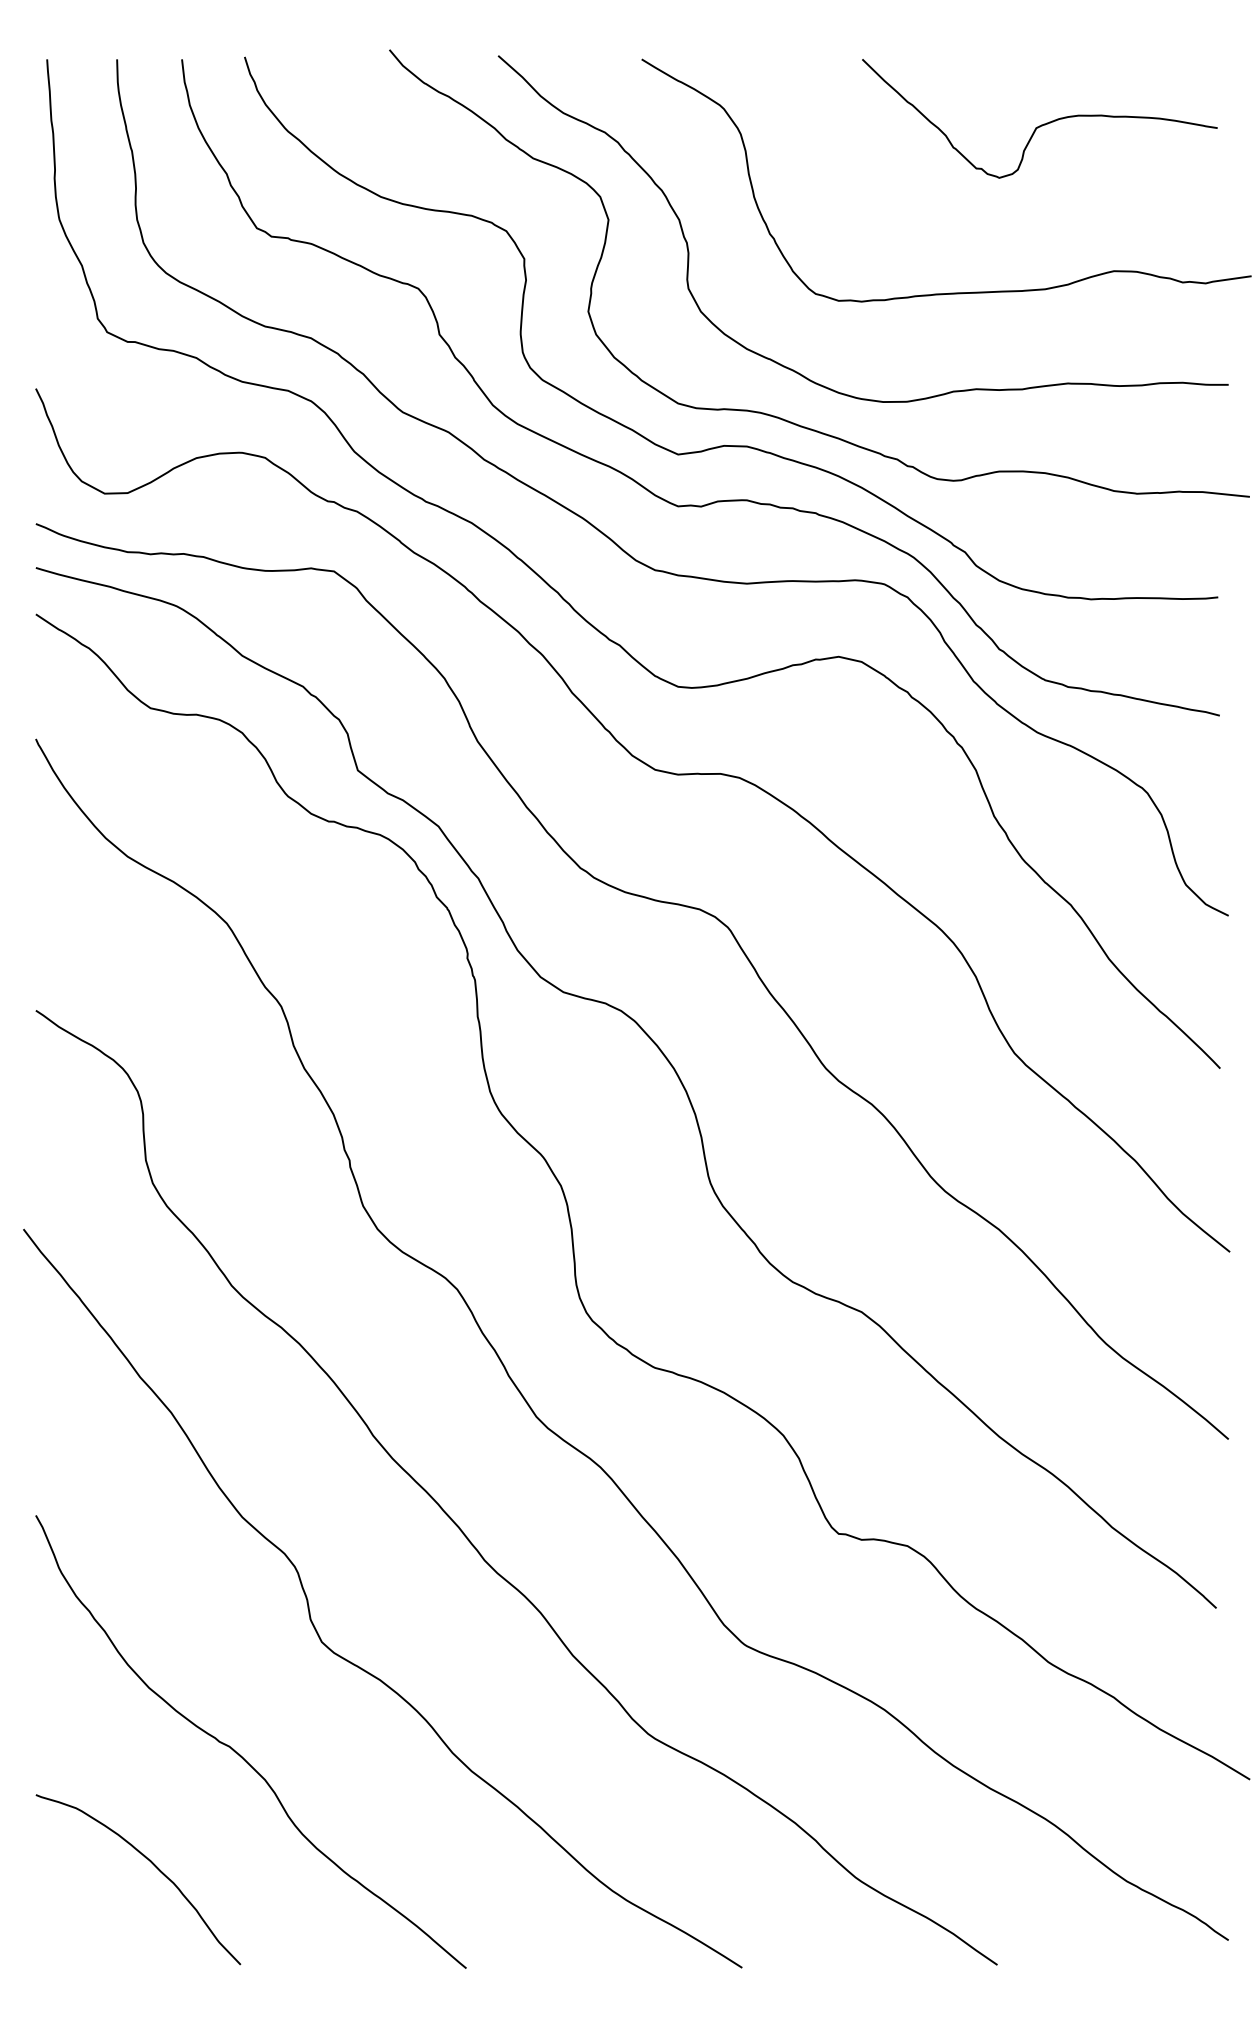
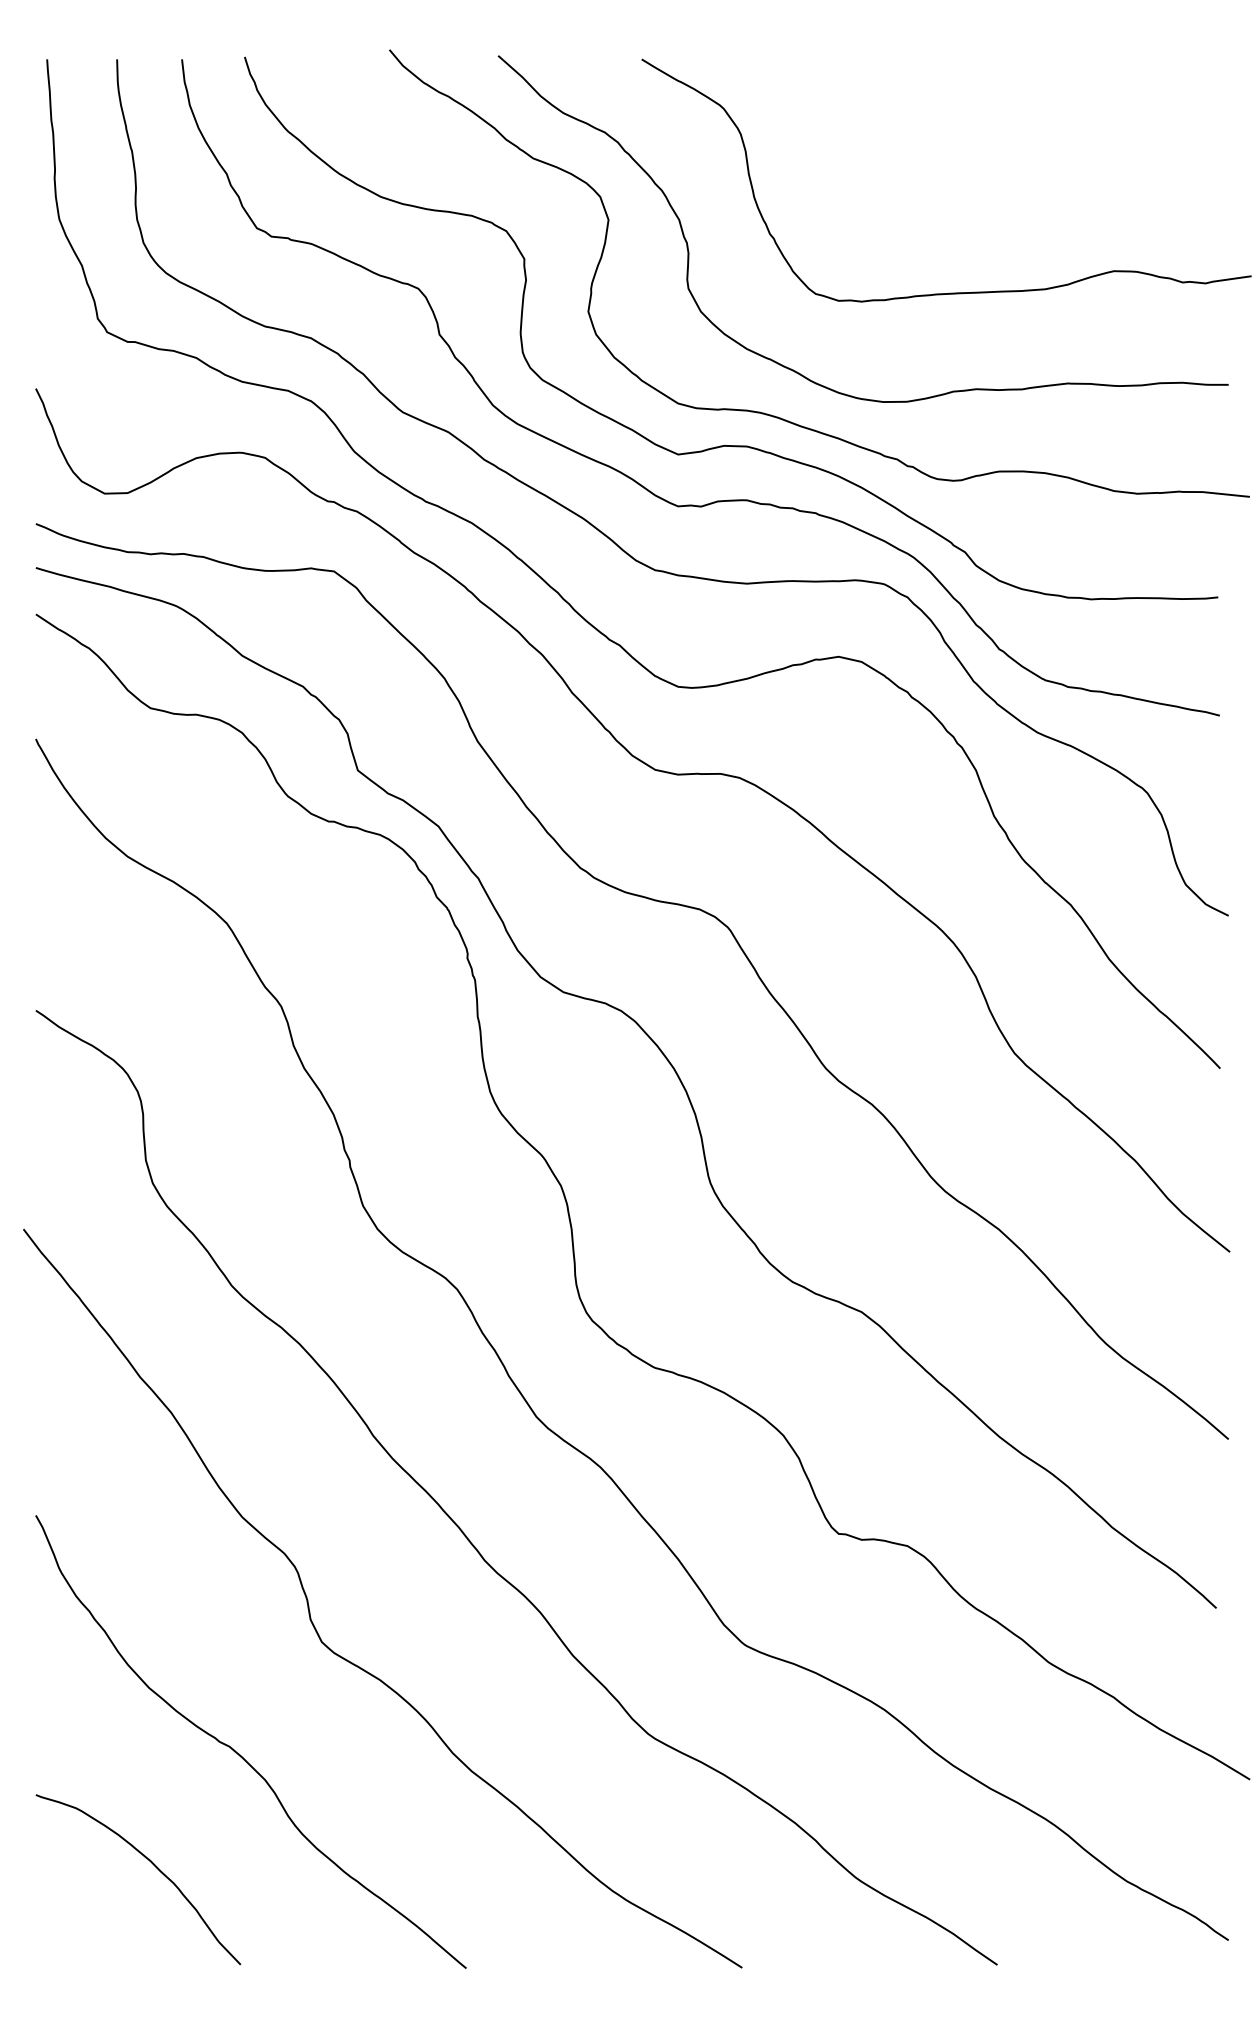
curve at (1041, 124): present -> none
